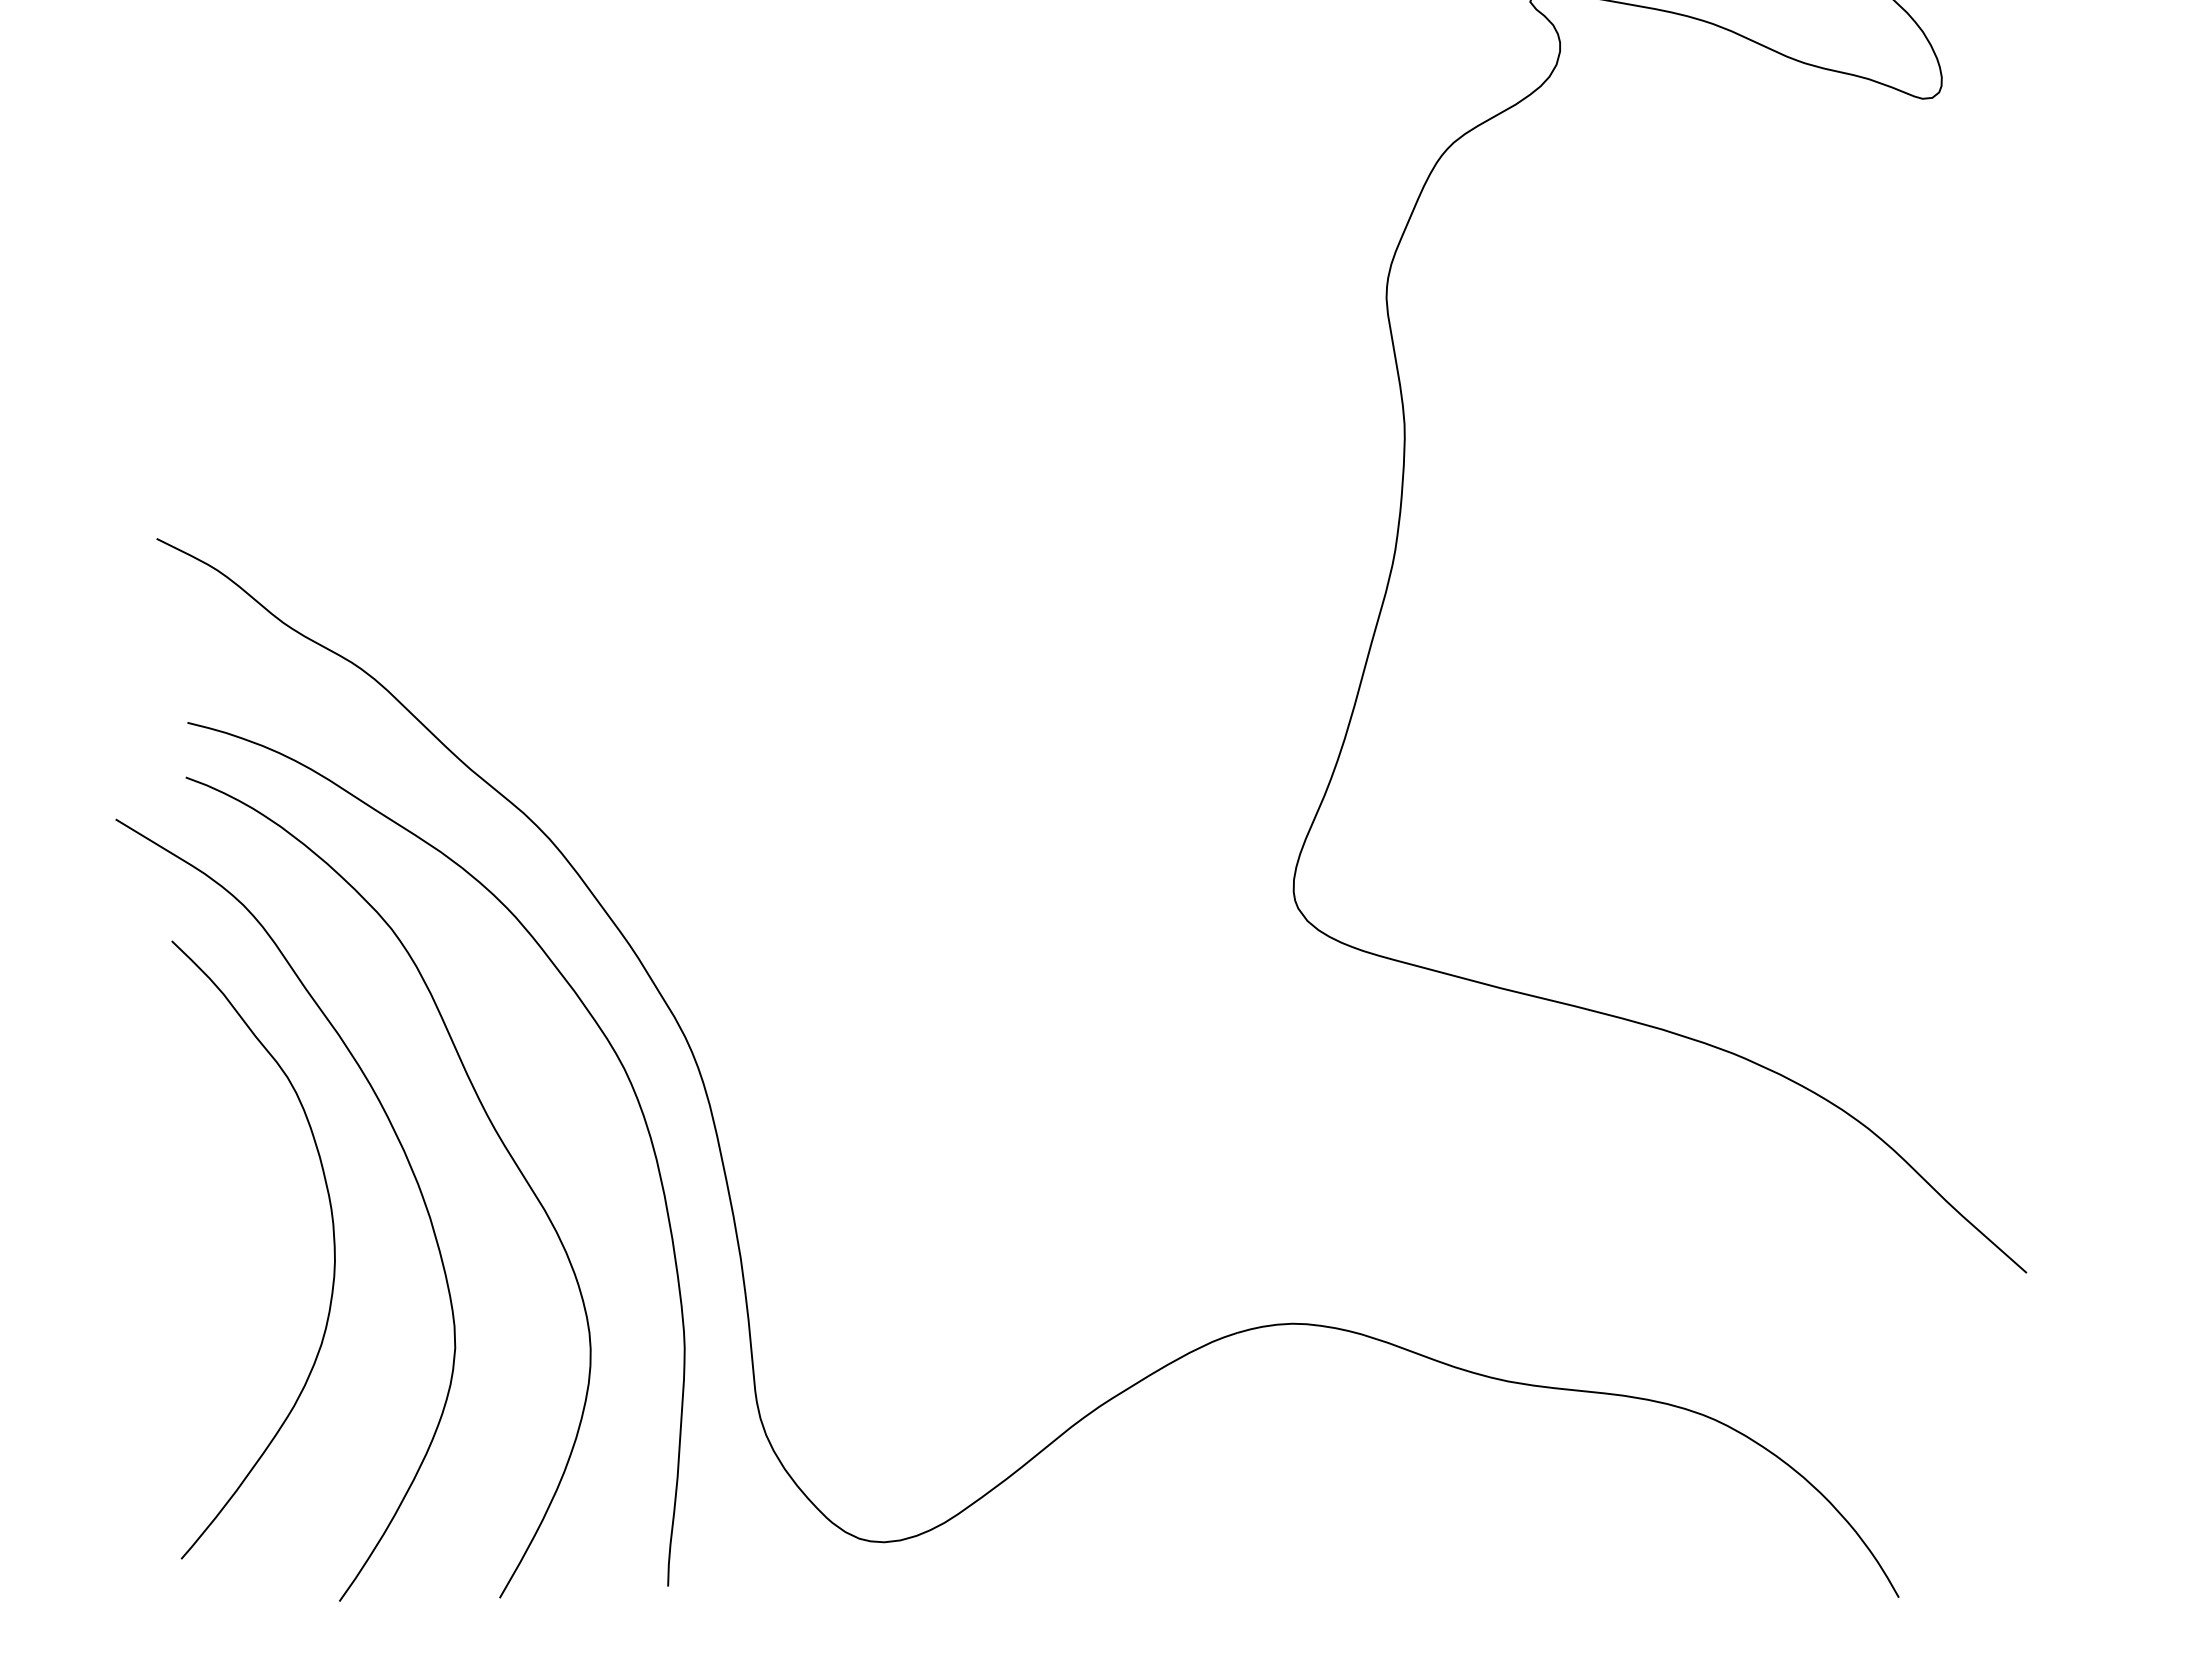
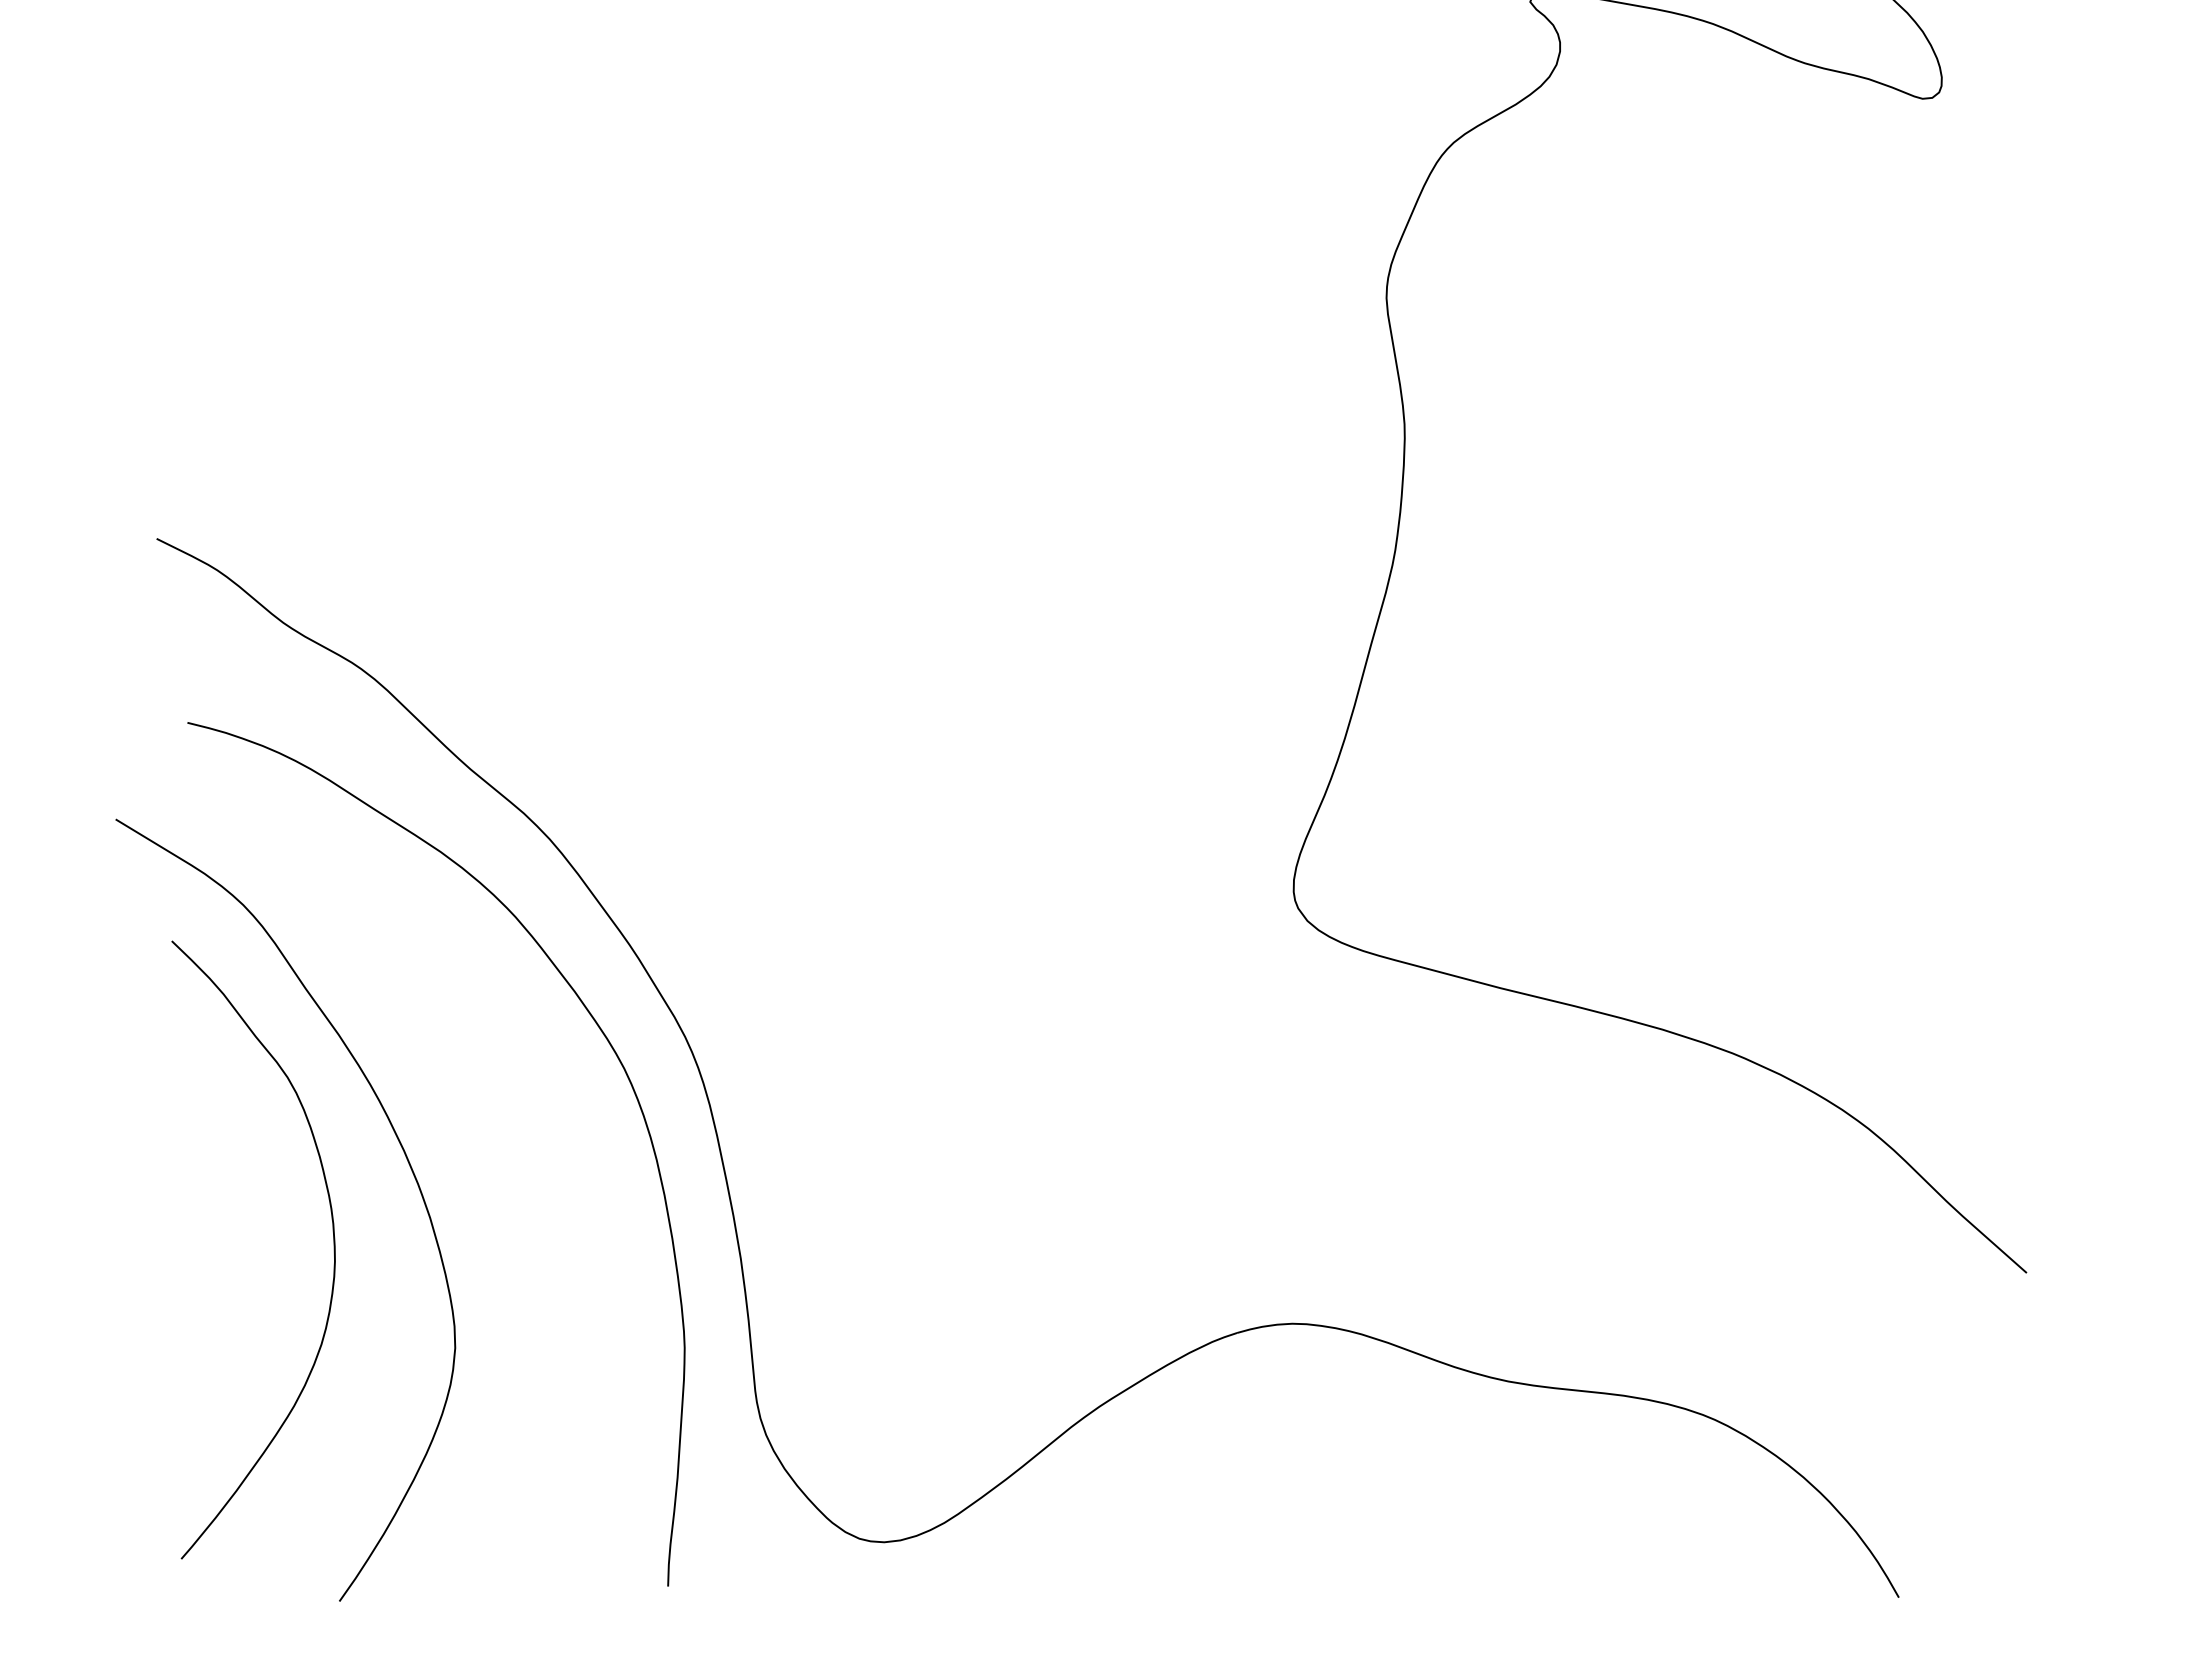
part at (491, 1125): present -> none
